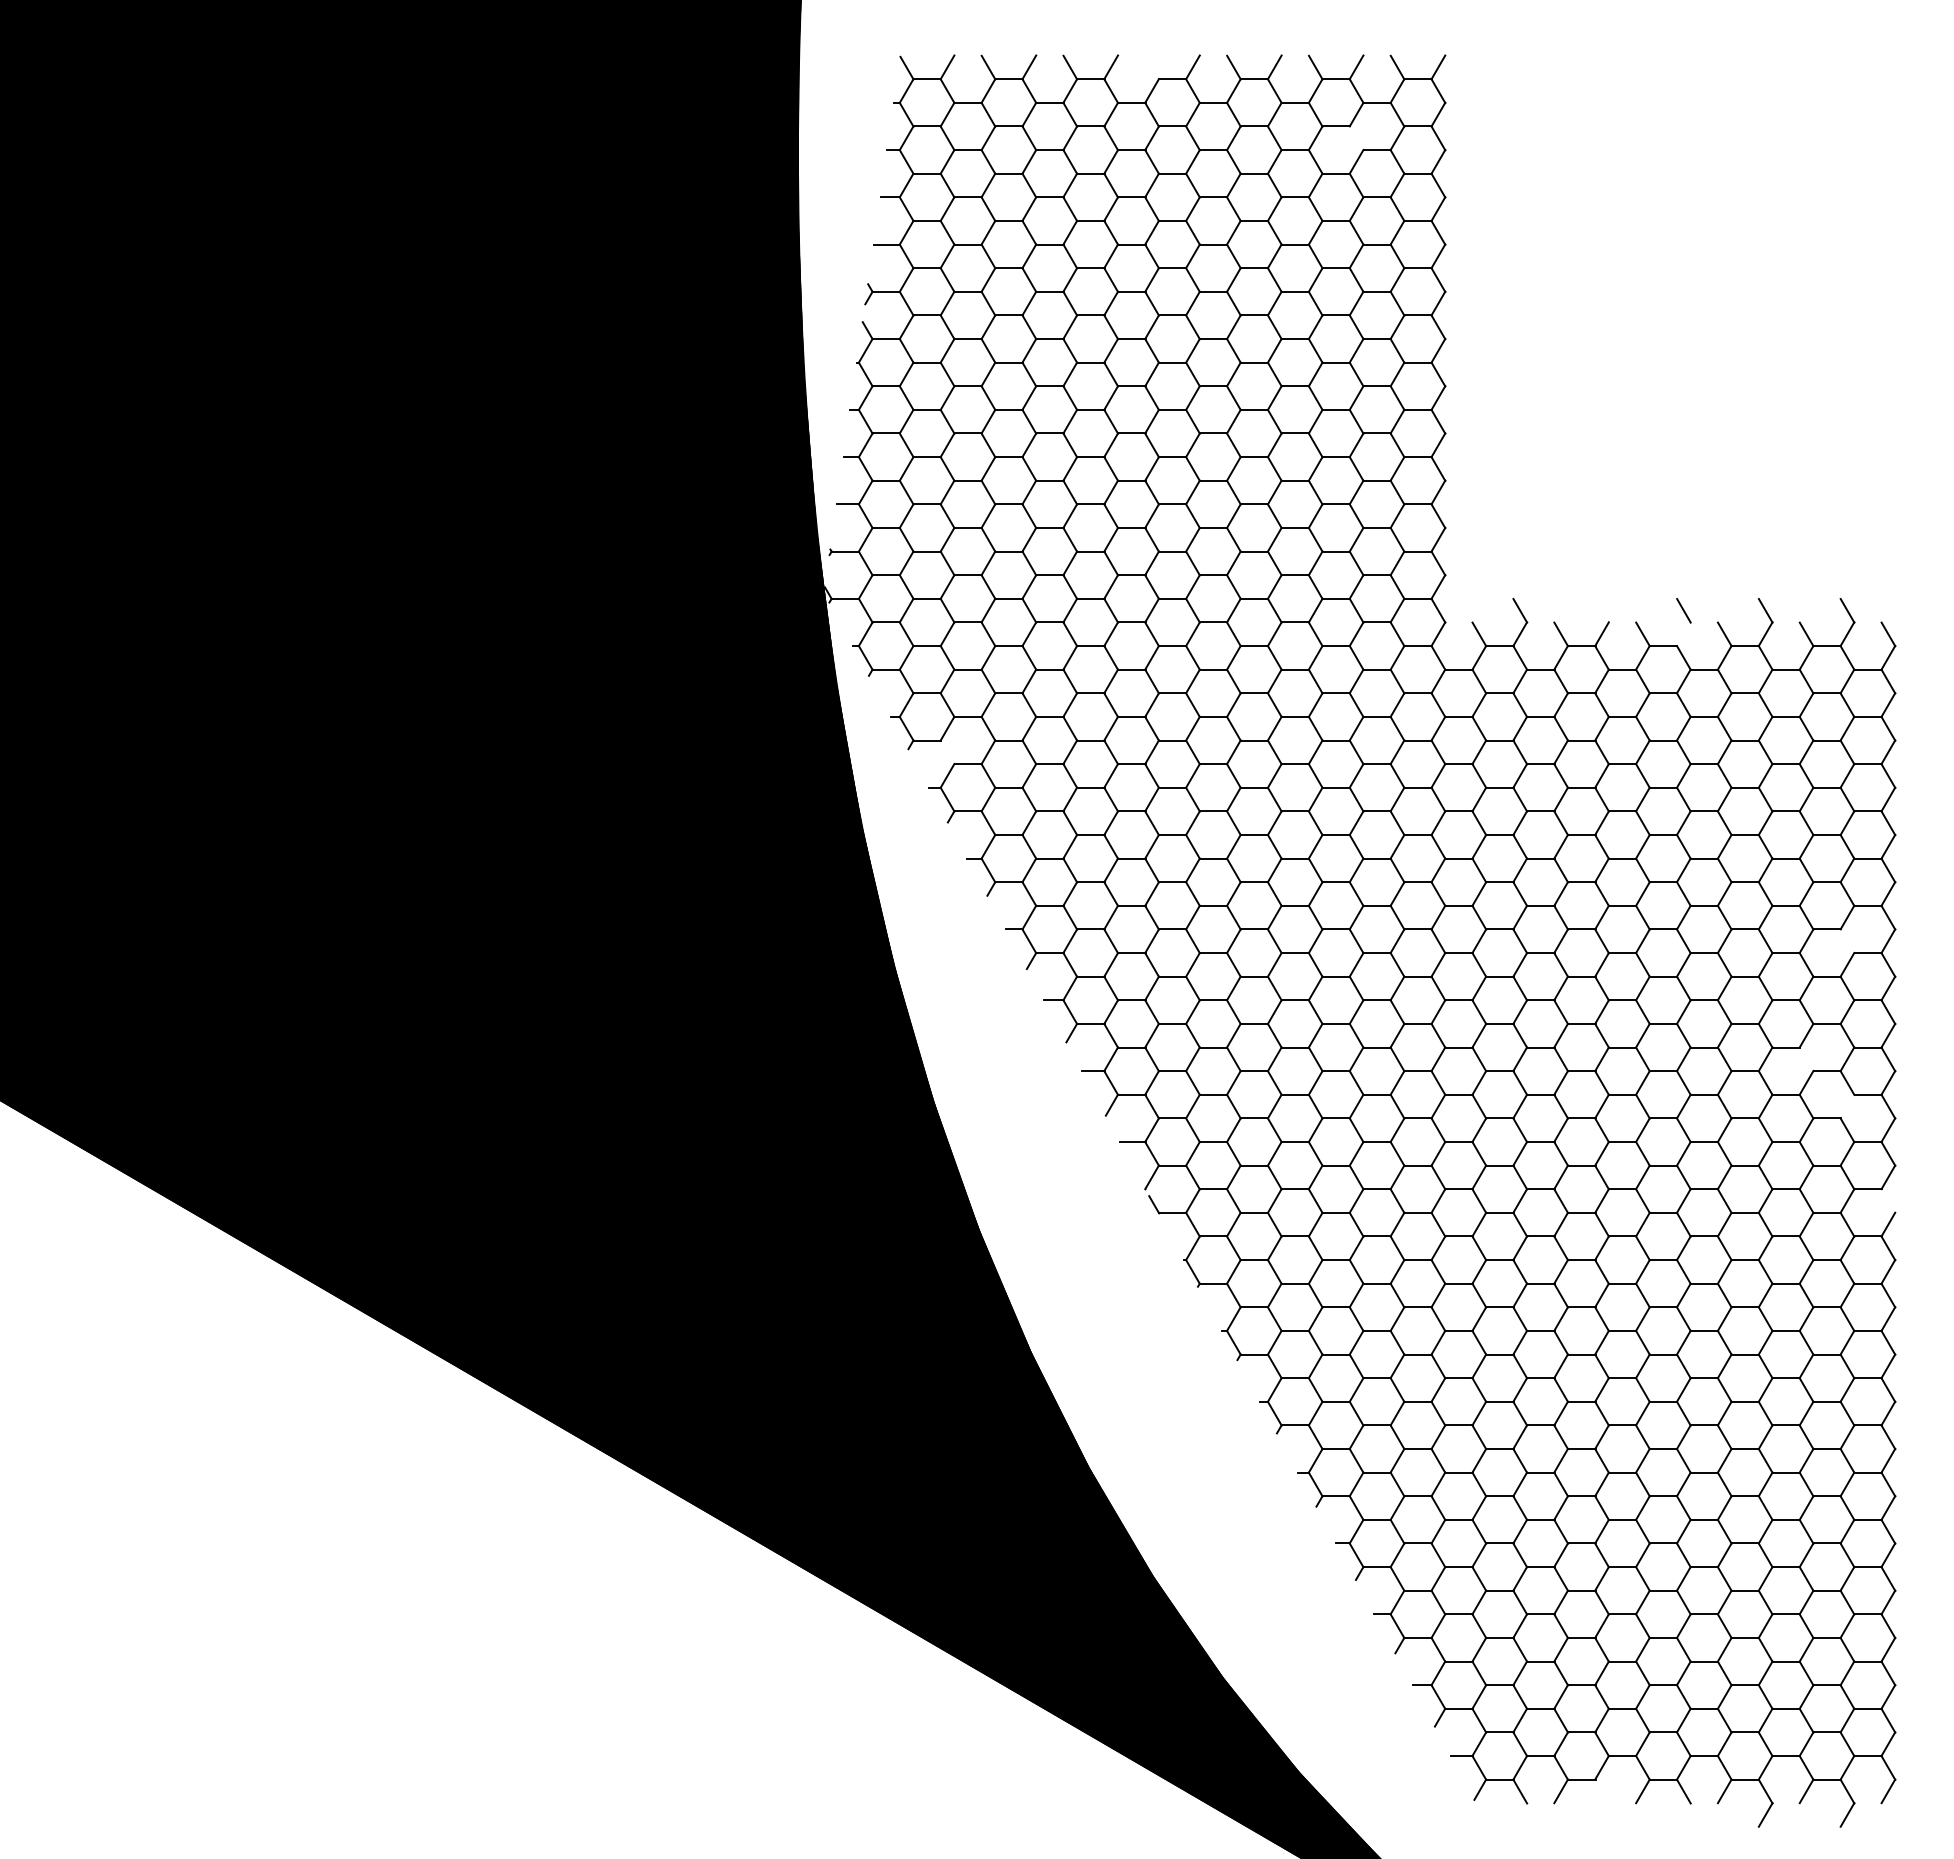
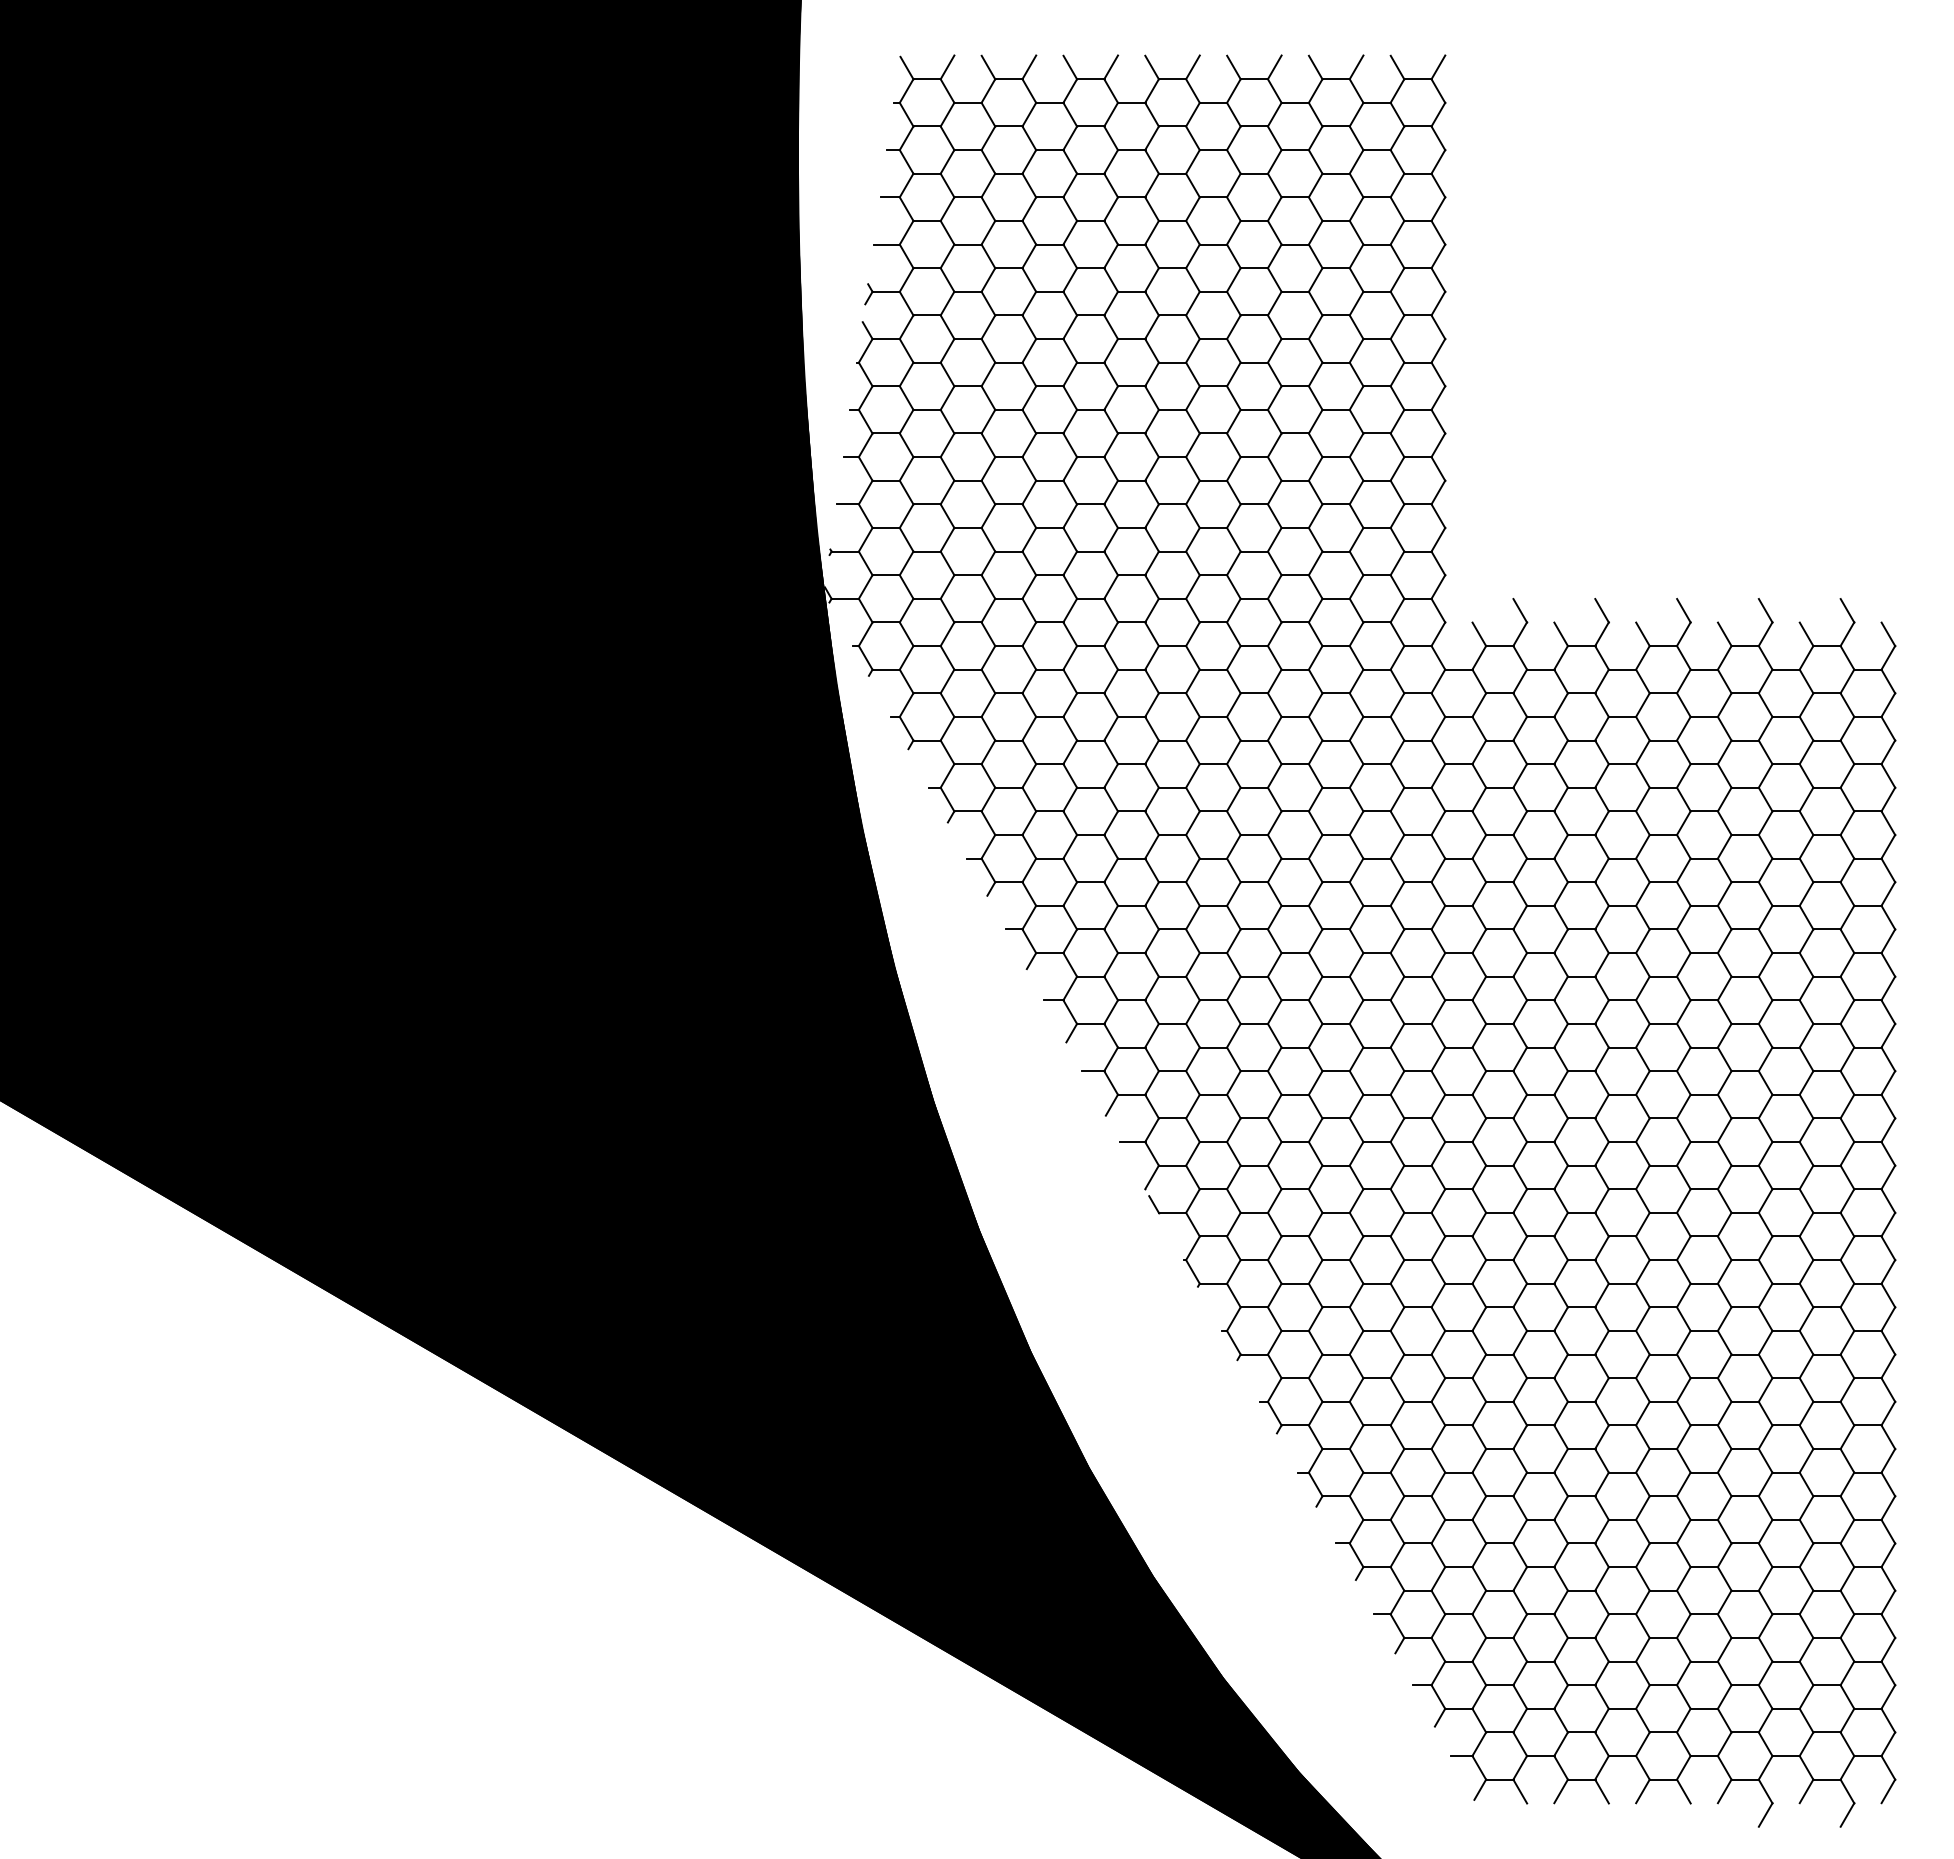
line at (1151, 67): none -> present
line at (1356, 138): none -> present
line at (1601, 610): none -> present
line at (1683, 633): none -> present
line at (947, 752): none -> present
line at (1847, 941): none -> present
line at (1806, 1059): none -> present
line at (1847, 1106): none -> present
line at (1888, 1201): none -> present
line at (1601, 1791): none -> present
